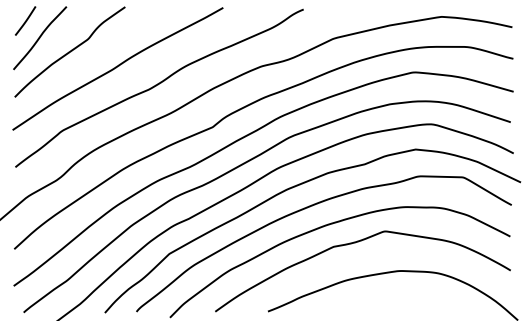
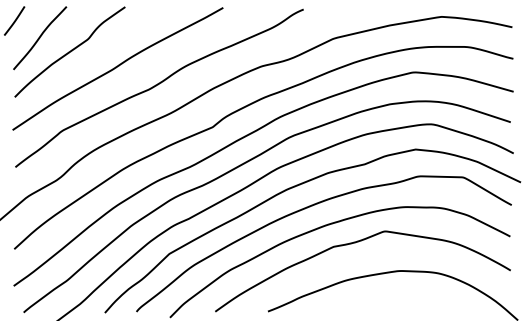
line at (25, 20) position: (25, 20) -> (14, 20)
